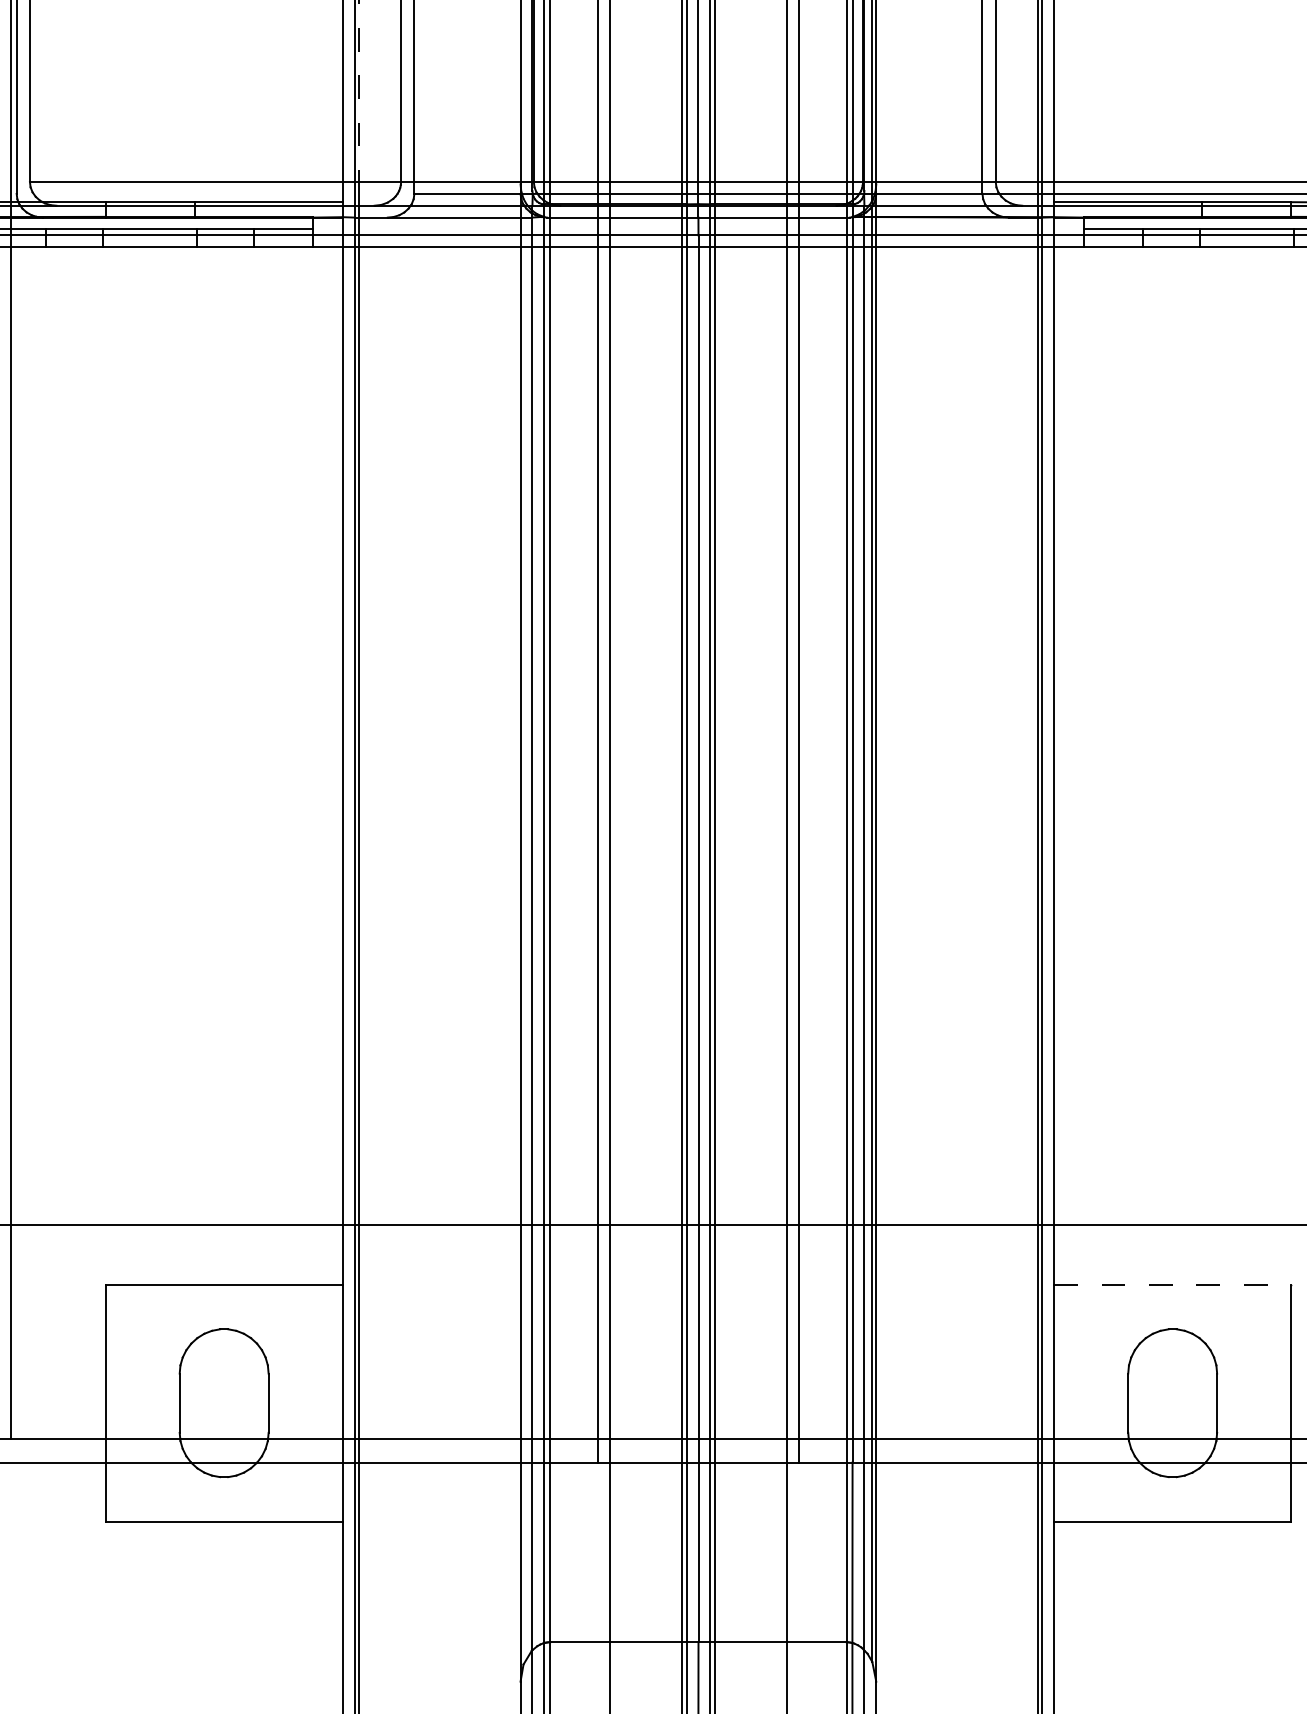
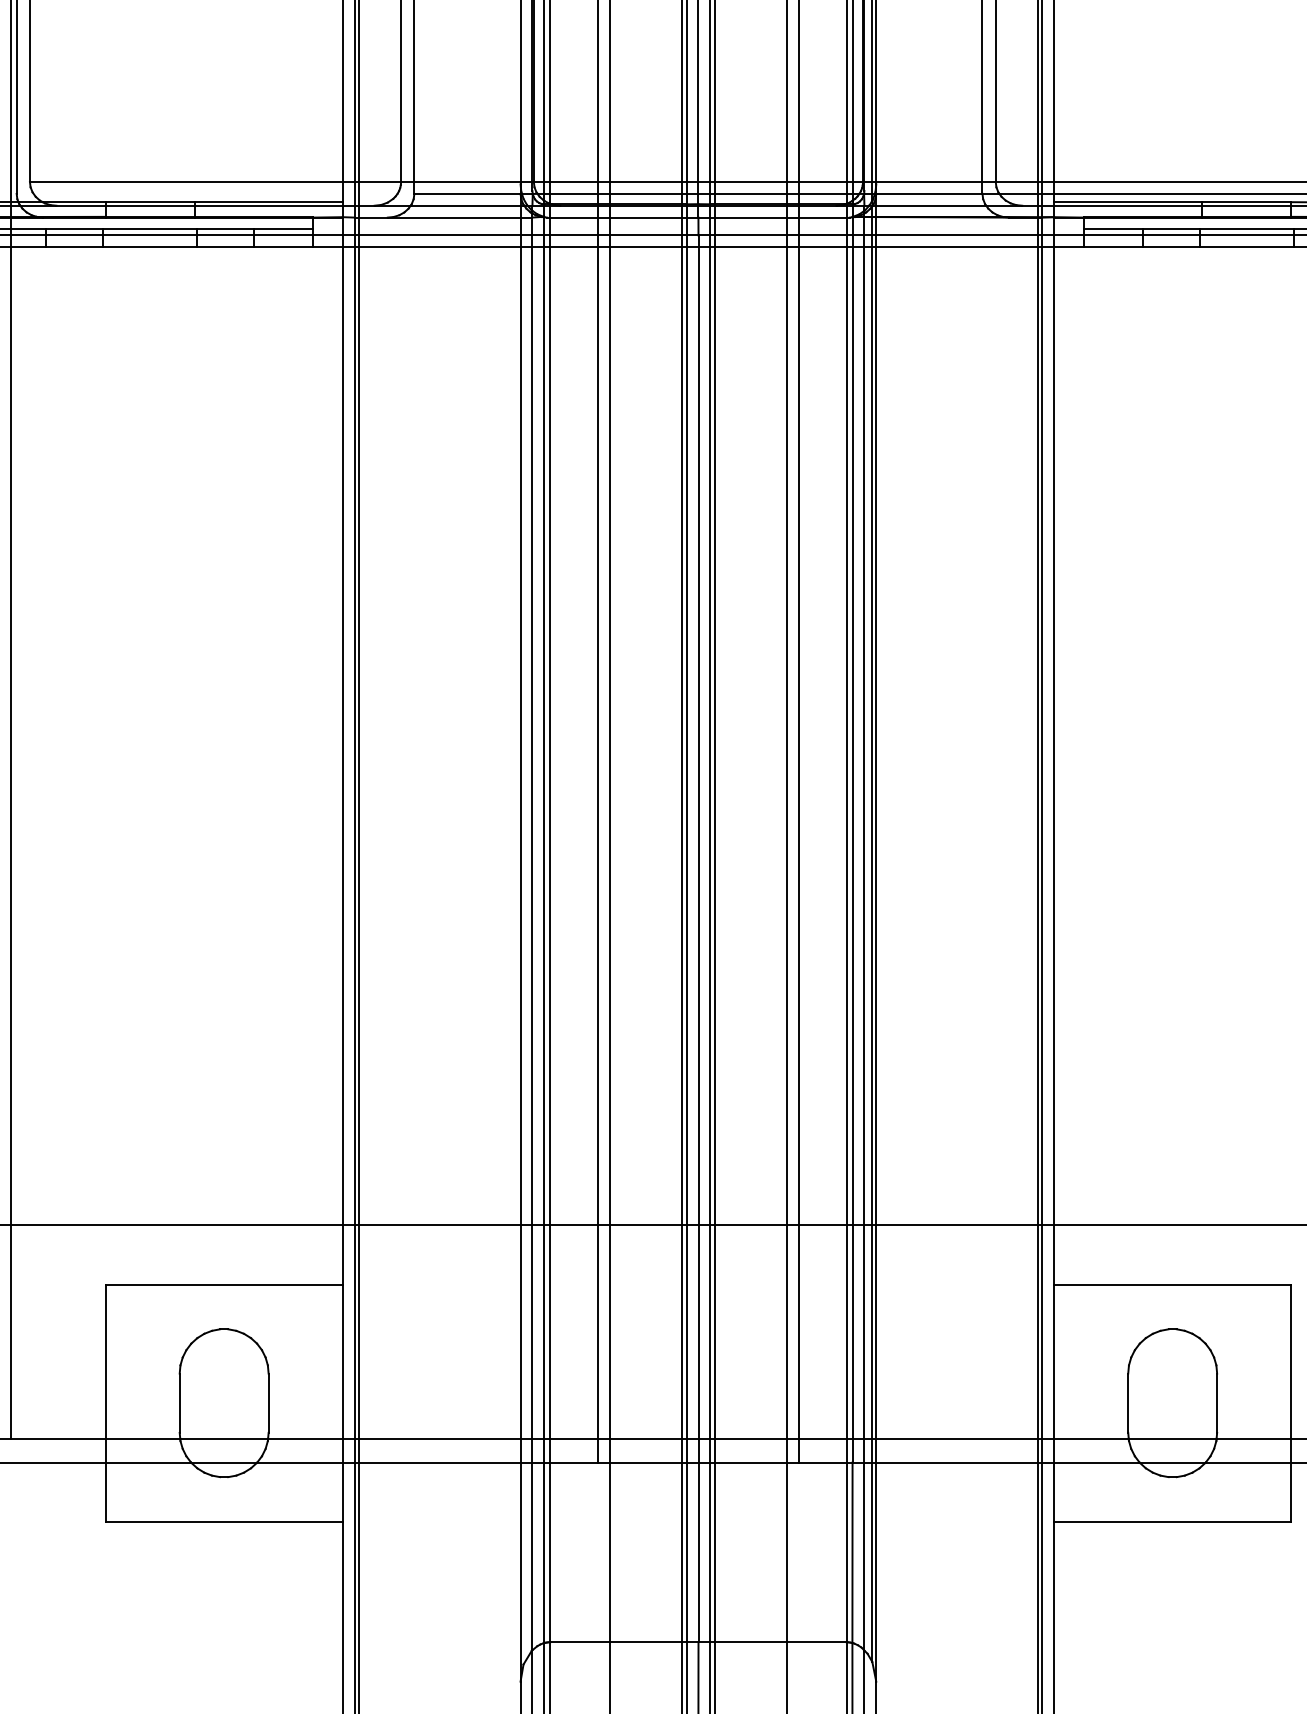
line at (359, 91): dashed -> solid
line at (1172, 1284): dashed -> solid
